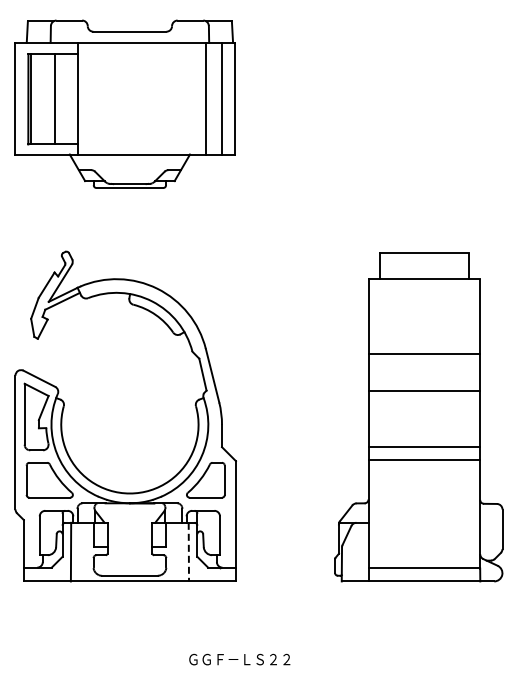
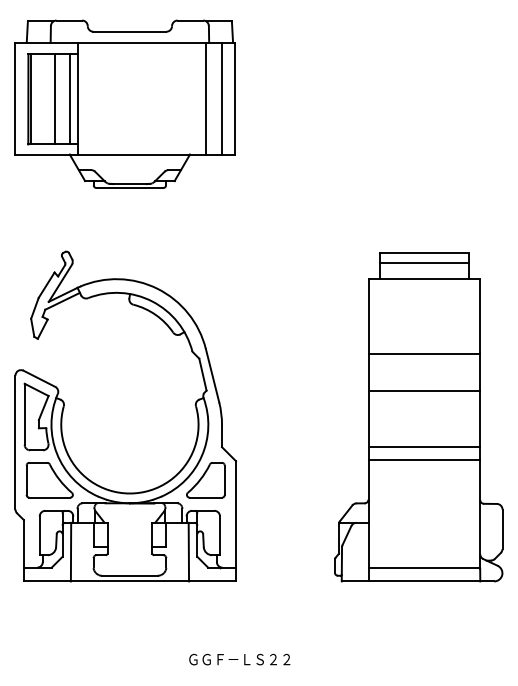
line at (70, 99): none -> present
line at (424, 263): none -> present
line at (188, 552): dashed -> solid
